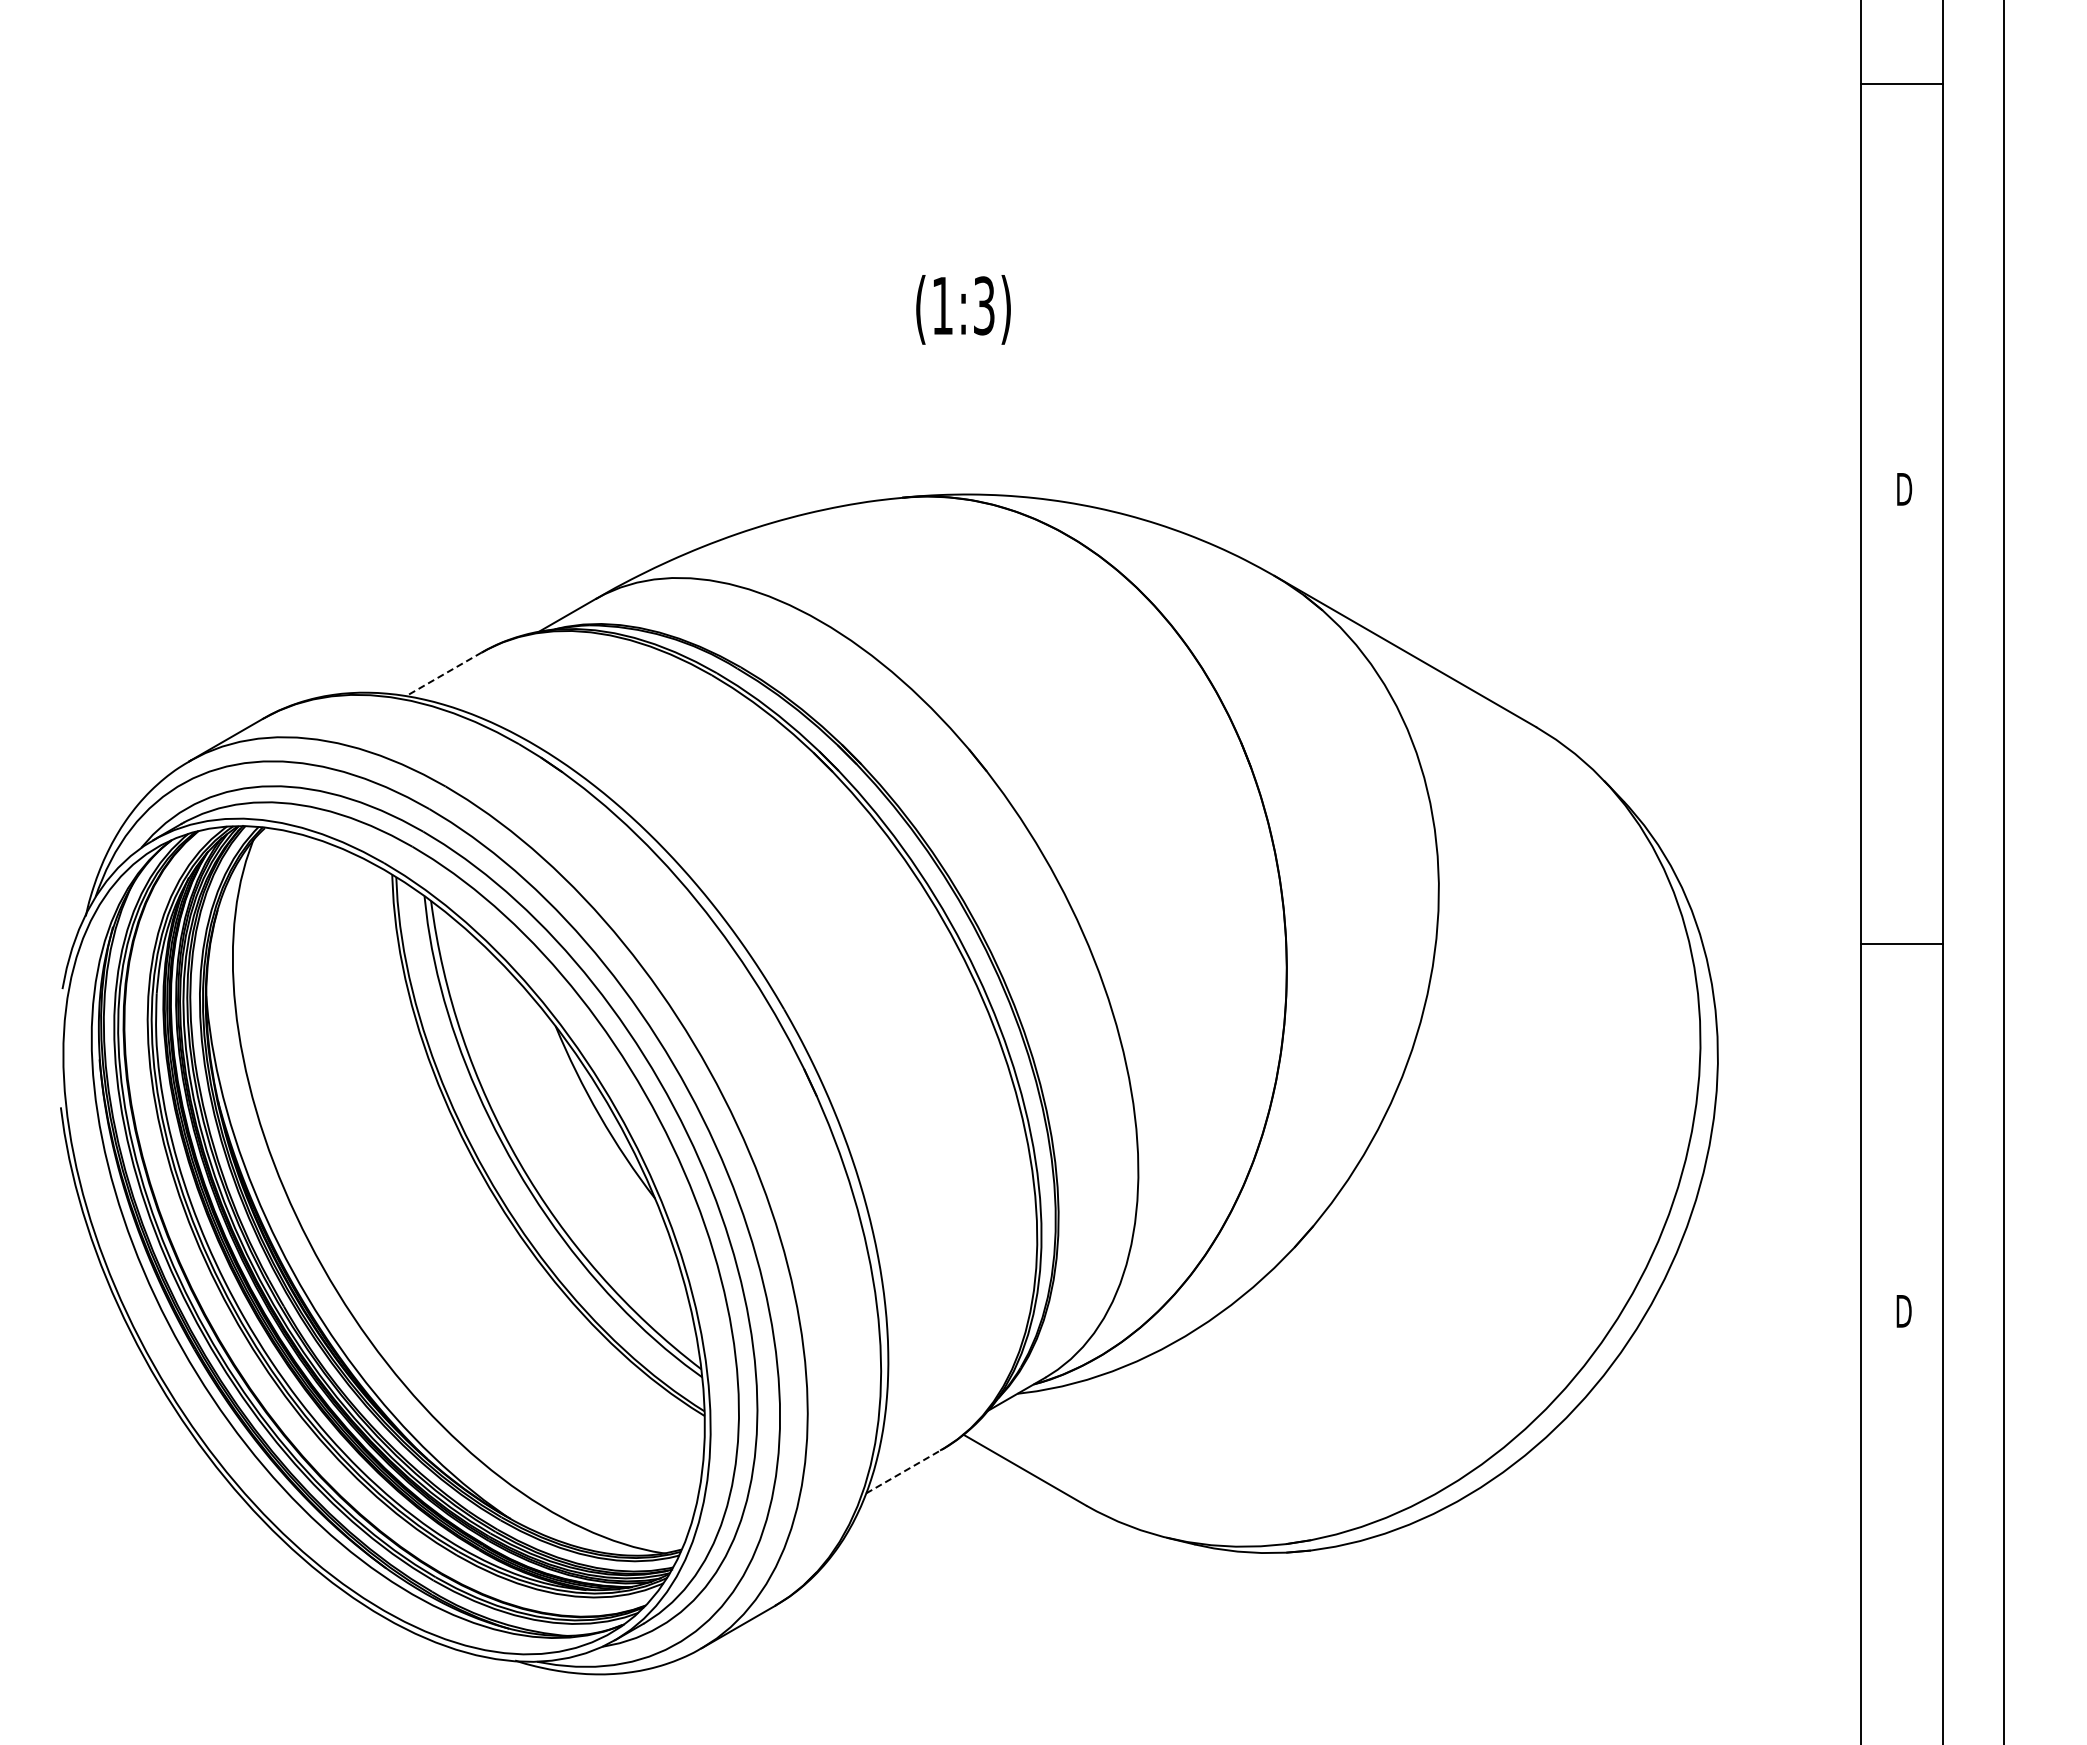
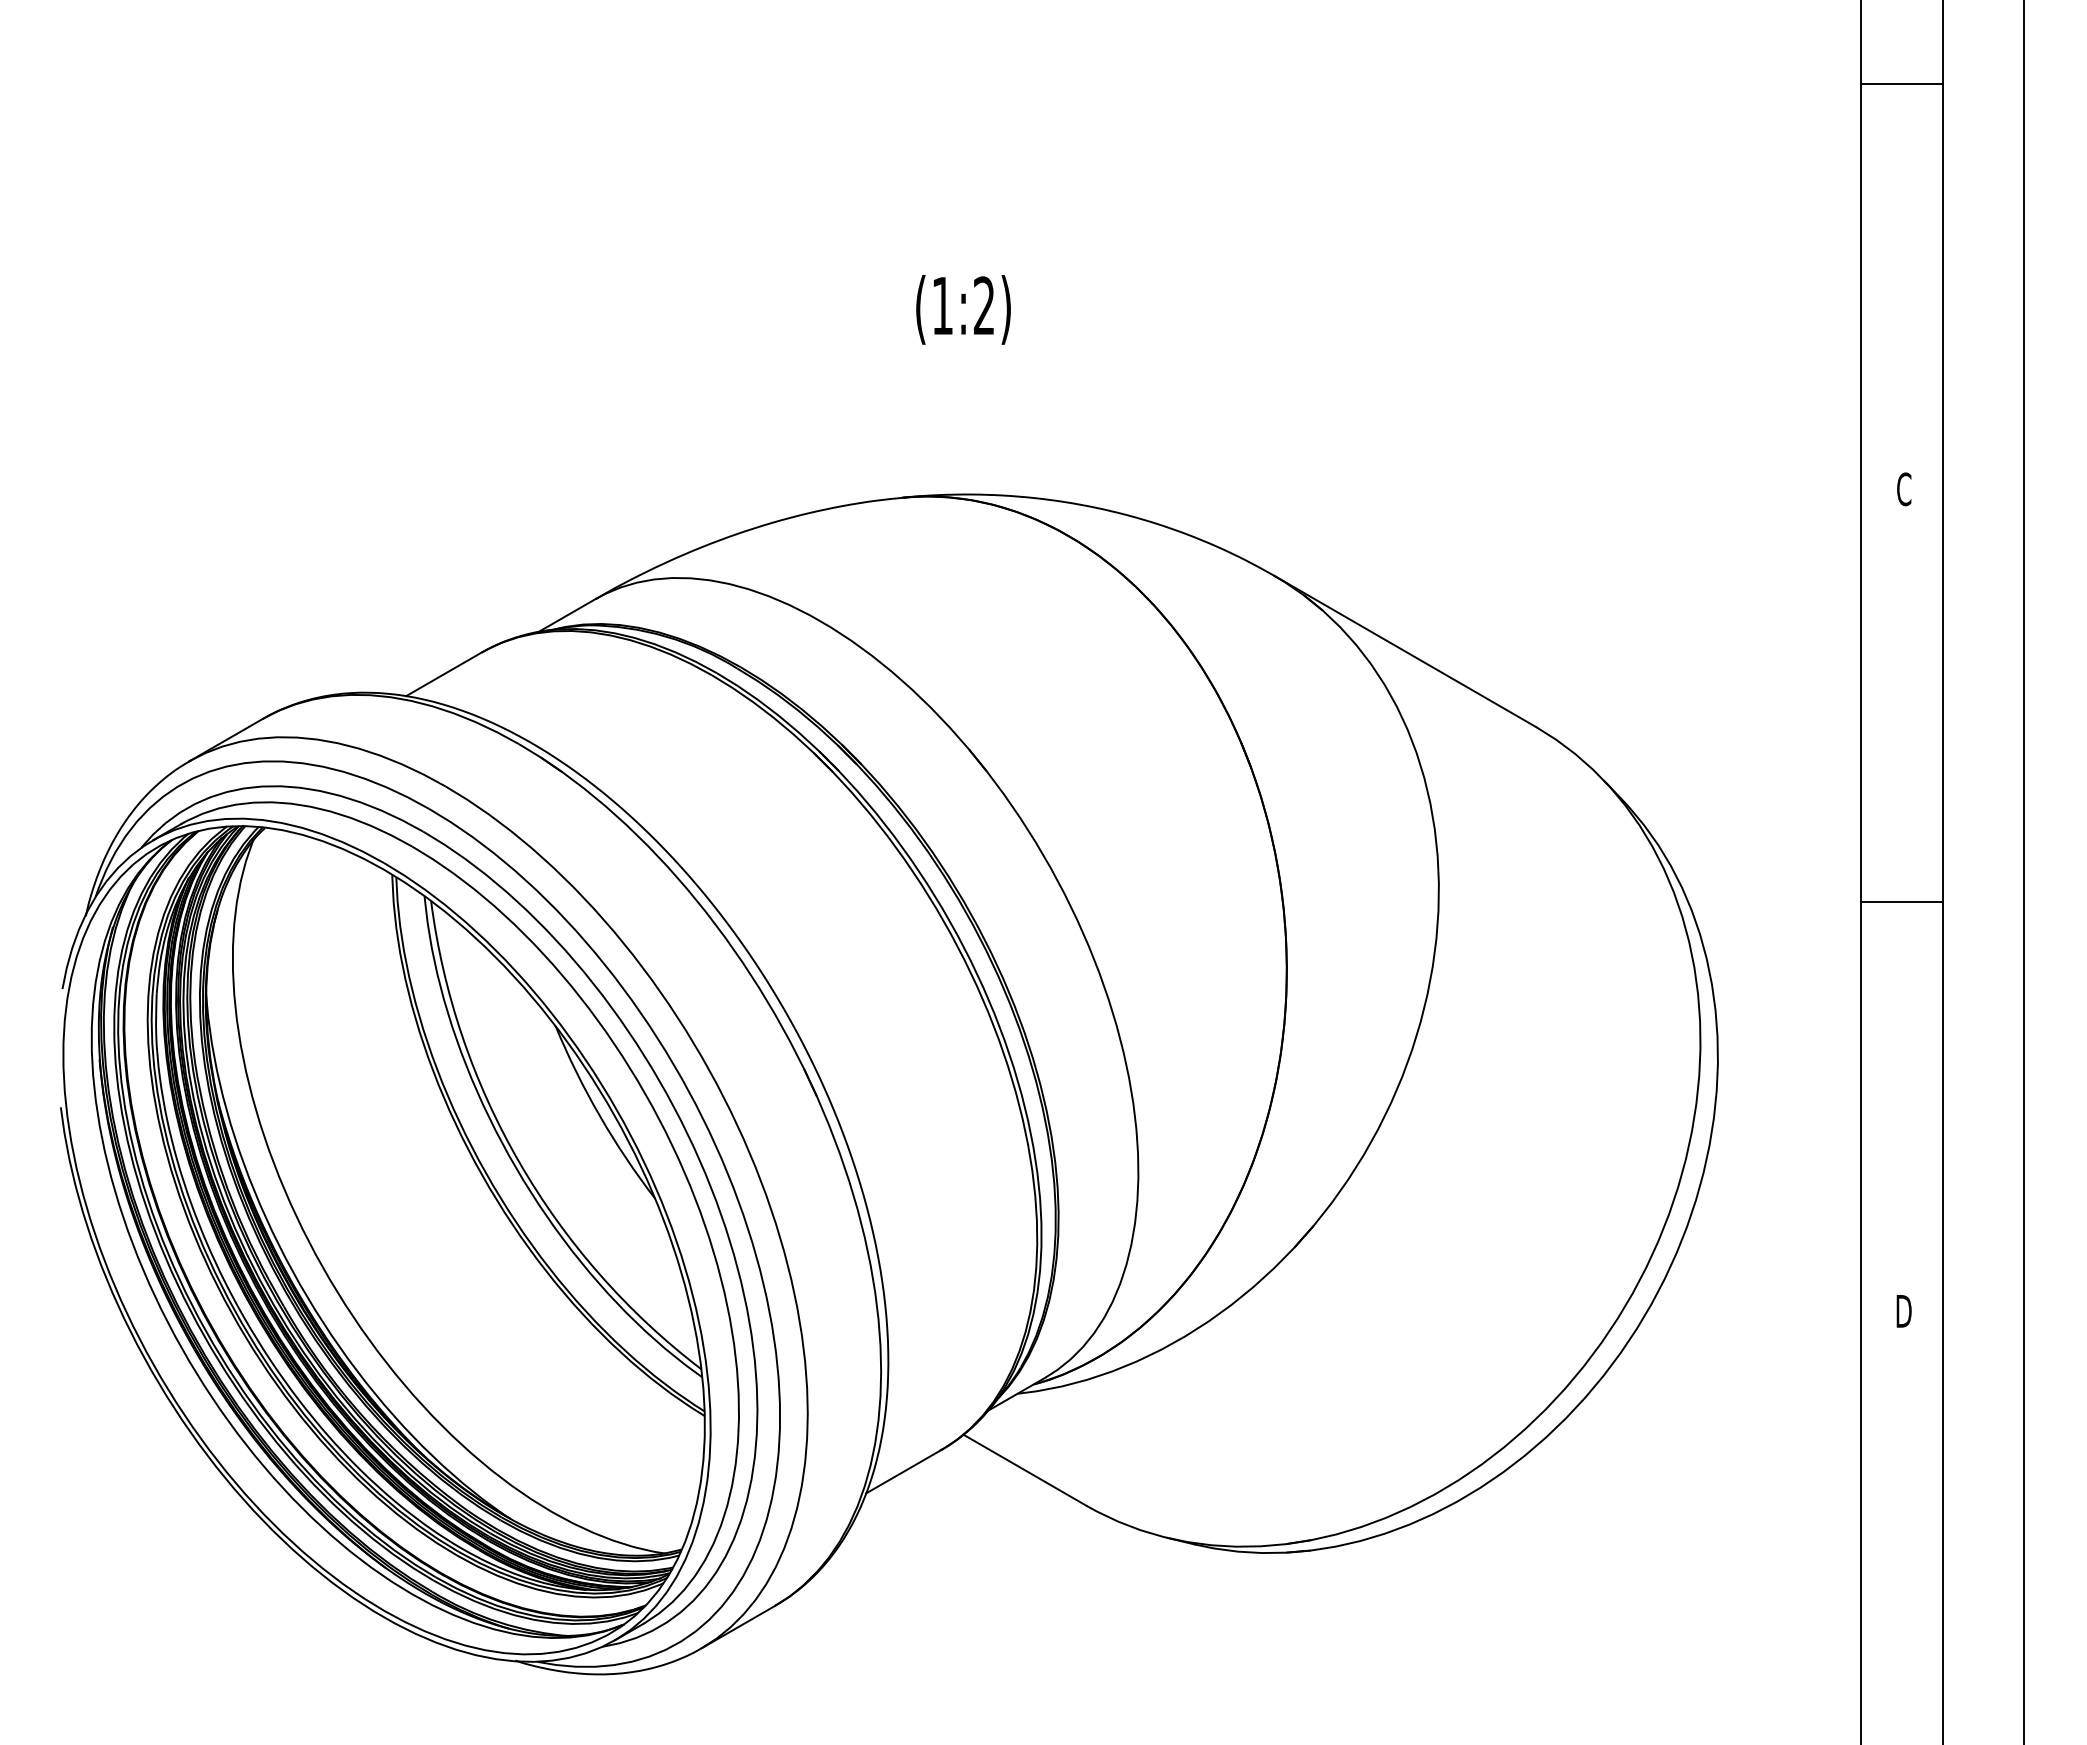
text at (984, 305): (1:3) -> (1:2)
text at (1904, 489): D -> C
line at (444, 674): dashed -> solid
line at (2004, 871) position: (2004, 871) -> (2024, 871)
line at (1901, 943) position: (1901, 943) -> (1901, 901)
line at (904, 1471): dashed -> solid
